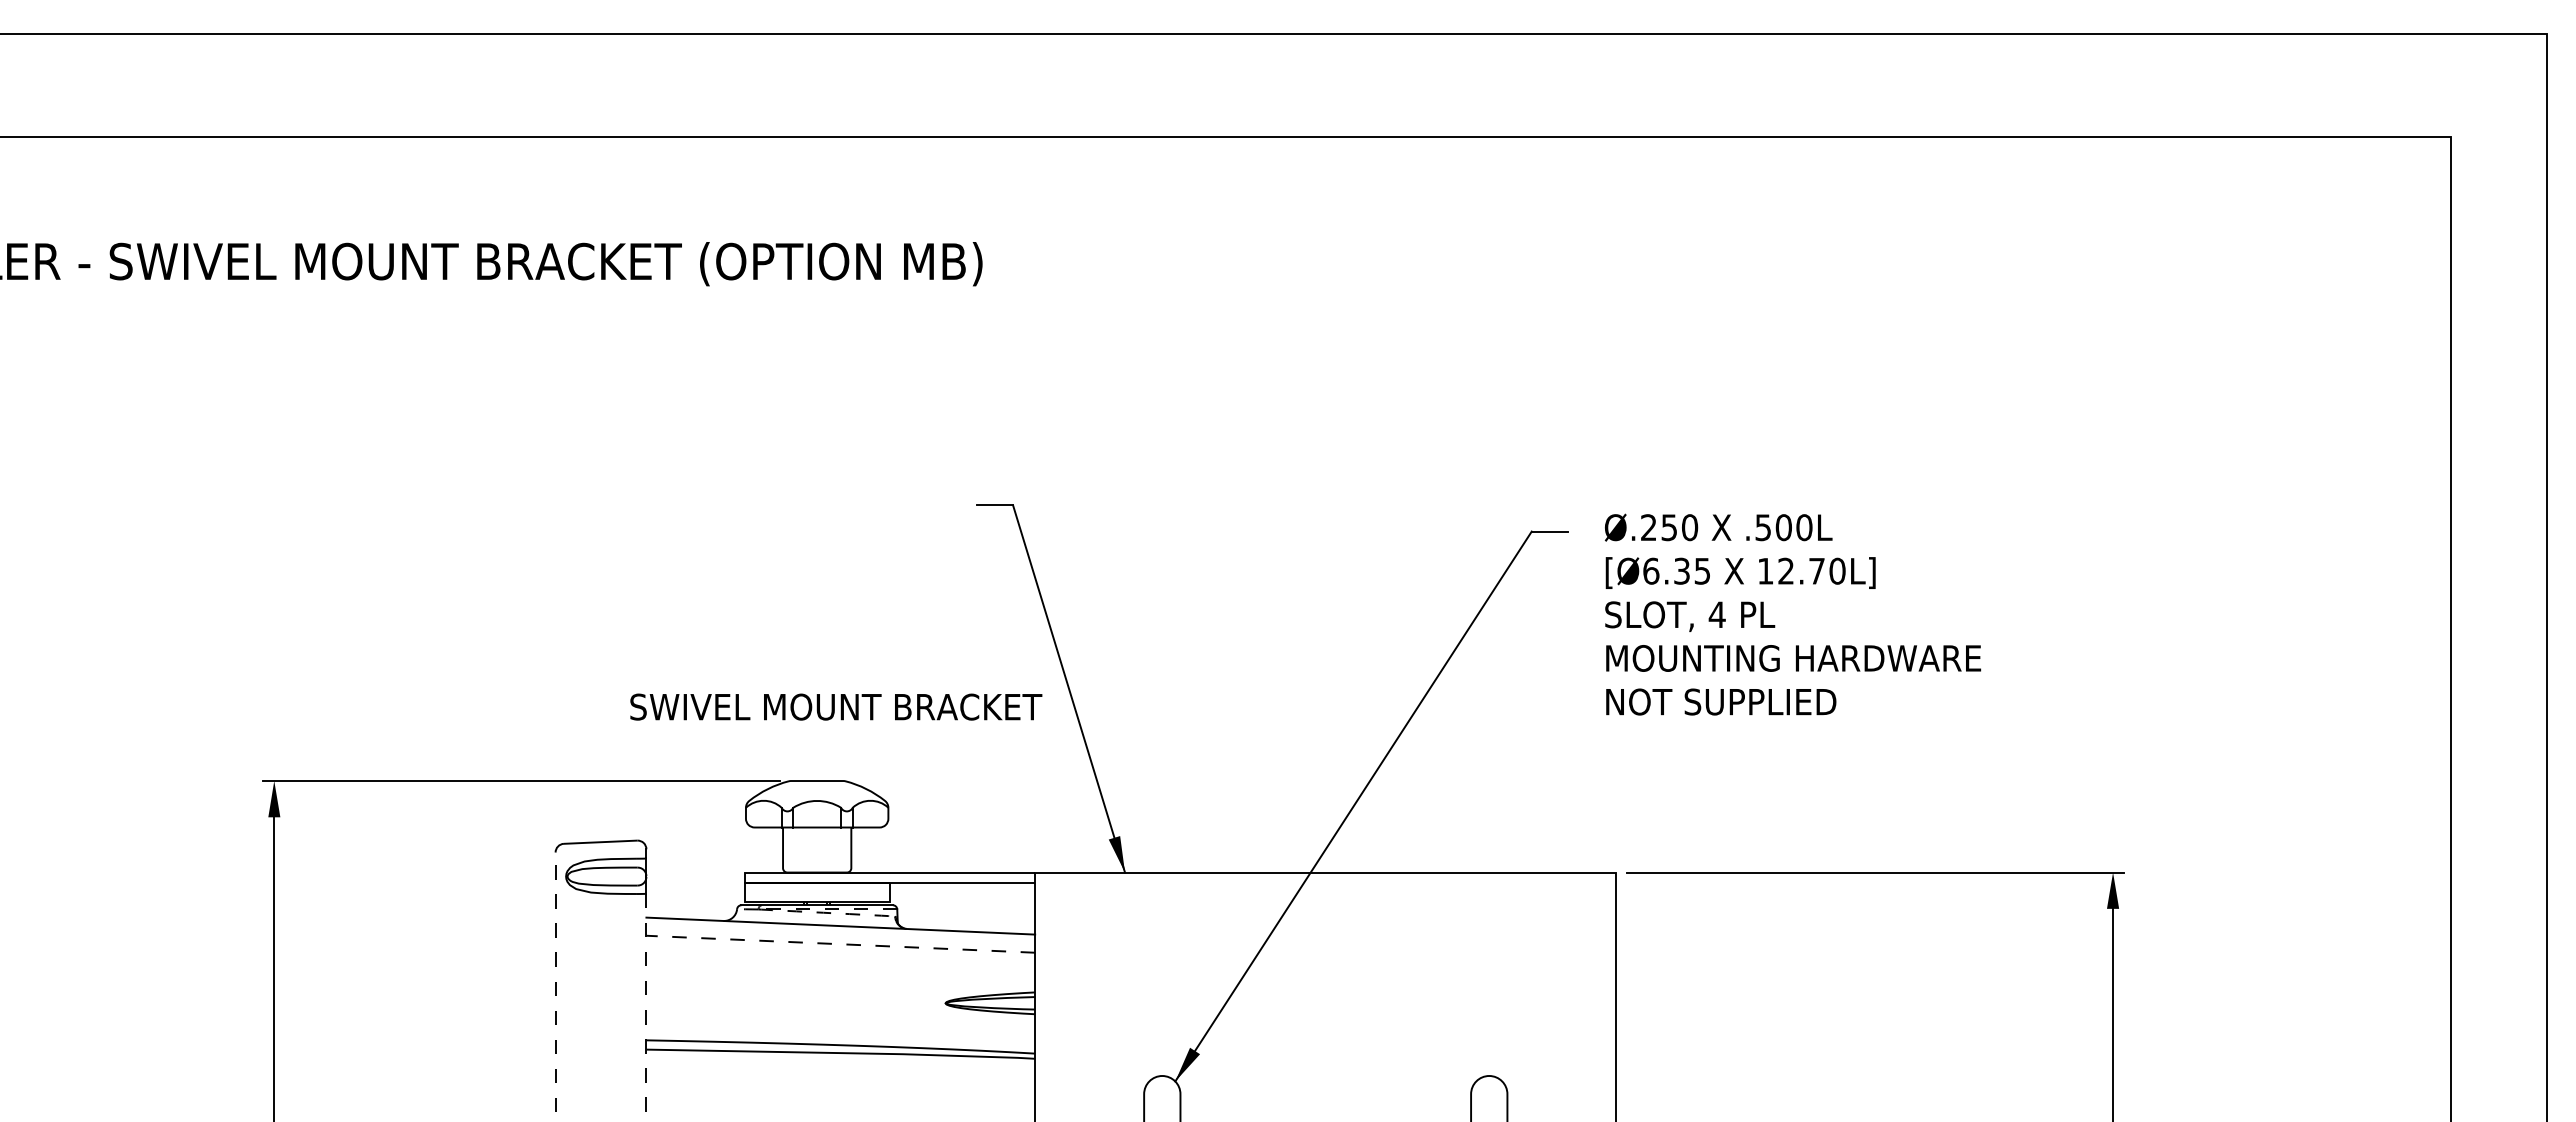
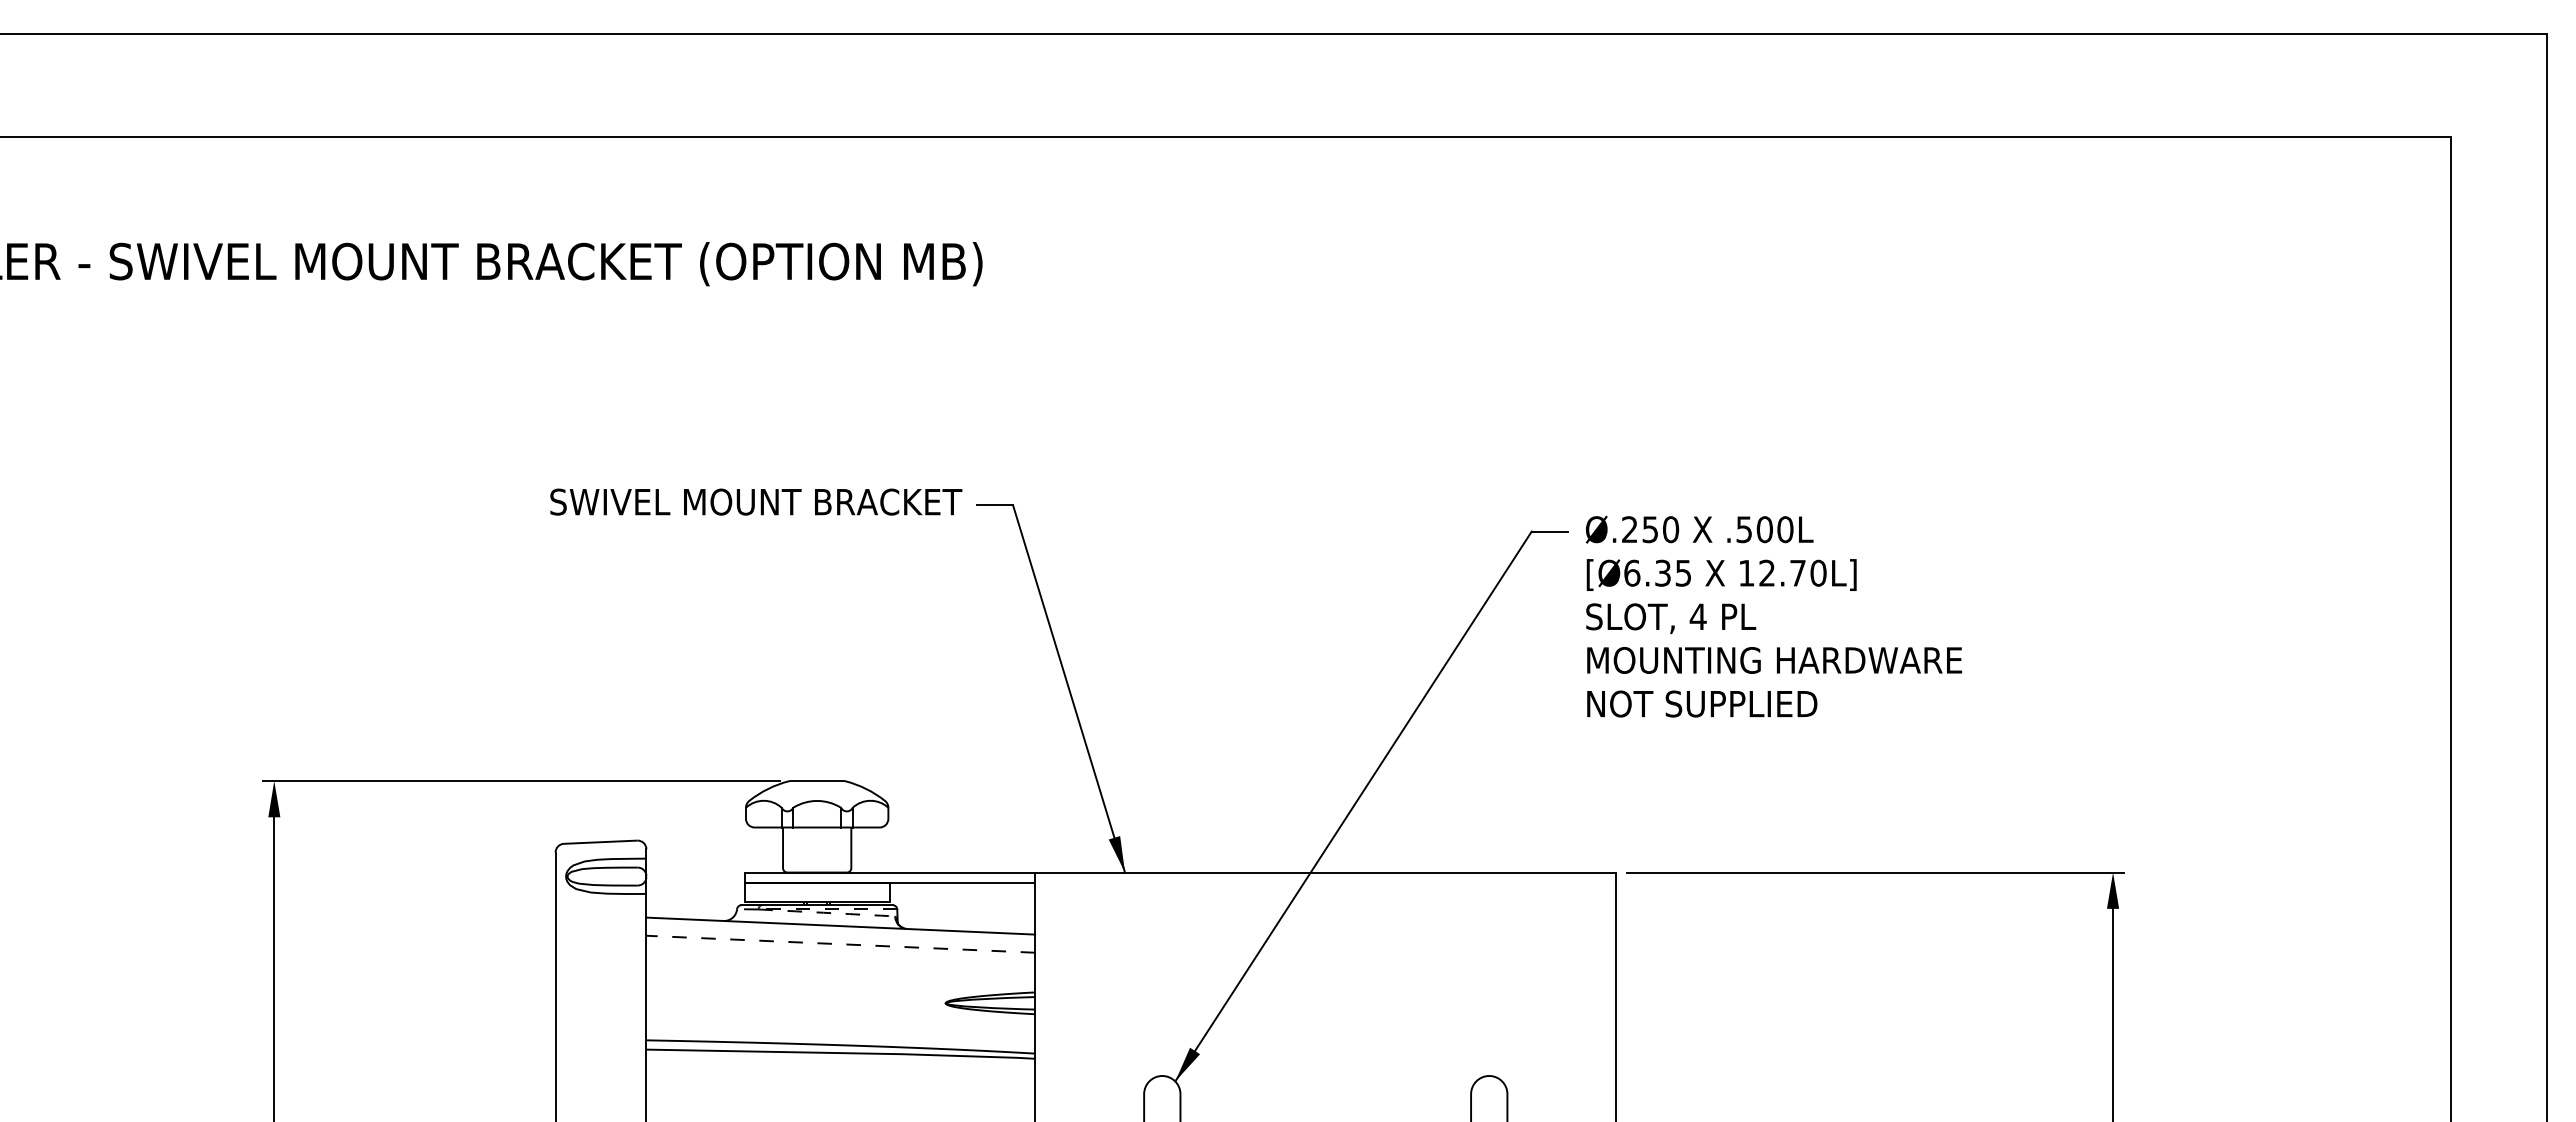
text at (1792, 614) position: (1792, 614) -> (1773, 616)
text at (836, 706) position: (836, 706) -> (756, 501)
line at (555, 986): dashed -> solid
line at (646, 1007): dashed -> solid
